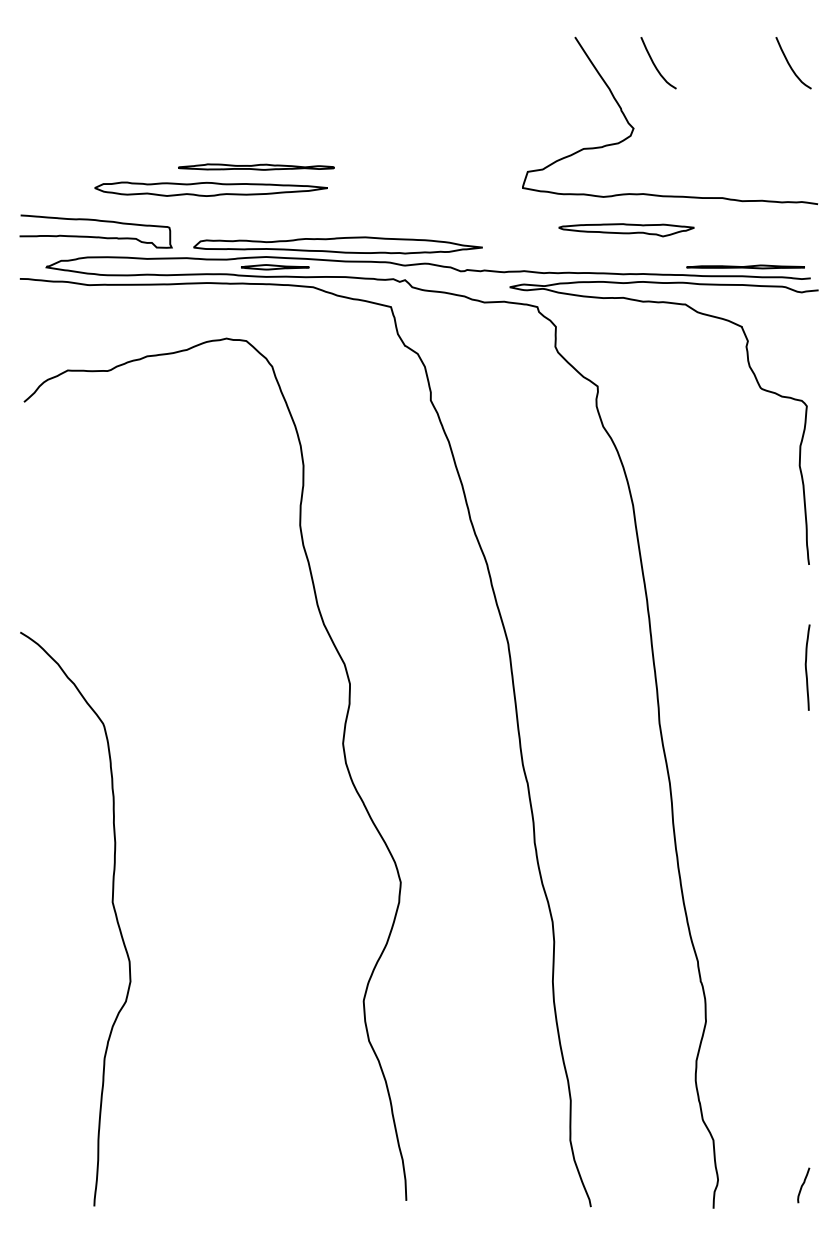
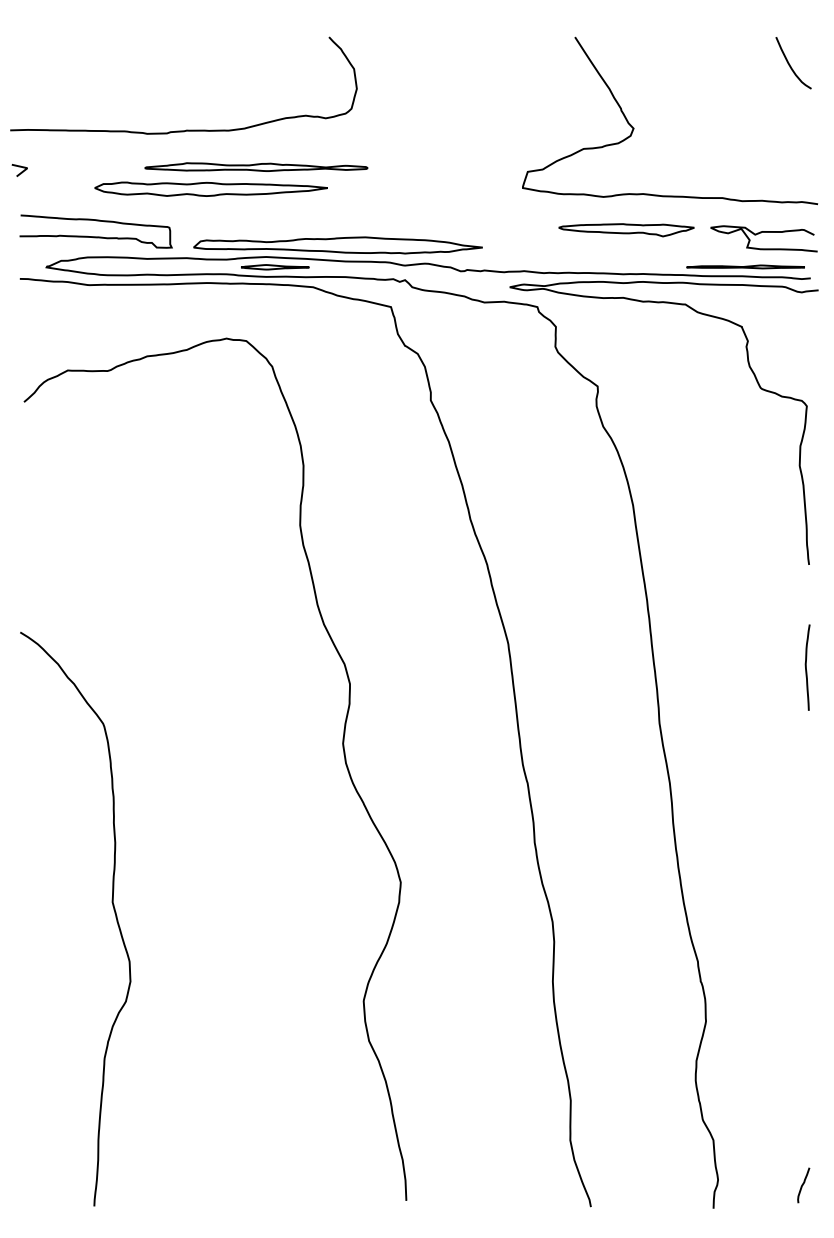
curve at (655, 64): present -> none
curve at (186, 129): none -> present
part at (256, 166) size: 157x8 px -> 225x10 px
line at (21, 171): none -> present
curve at (761, 233): none -> present
